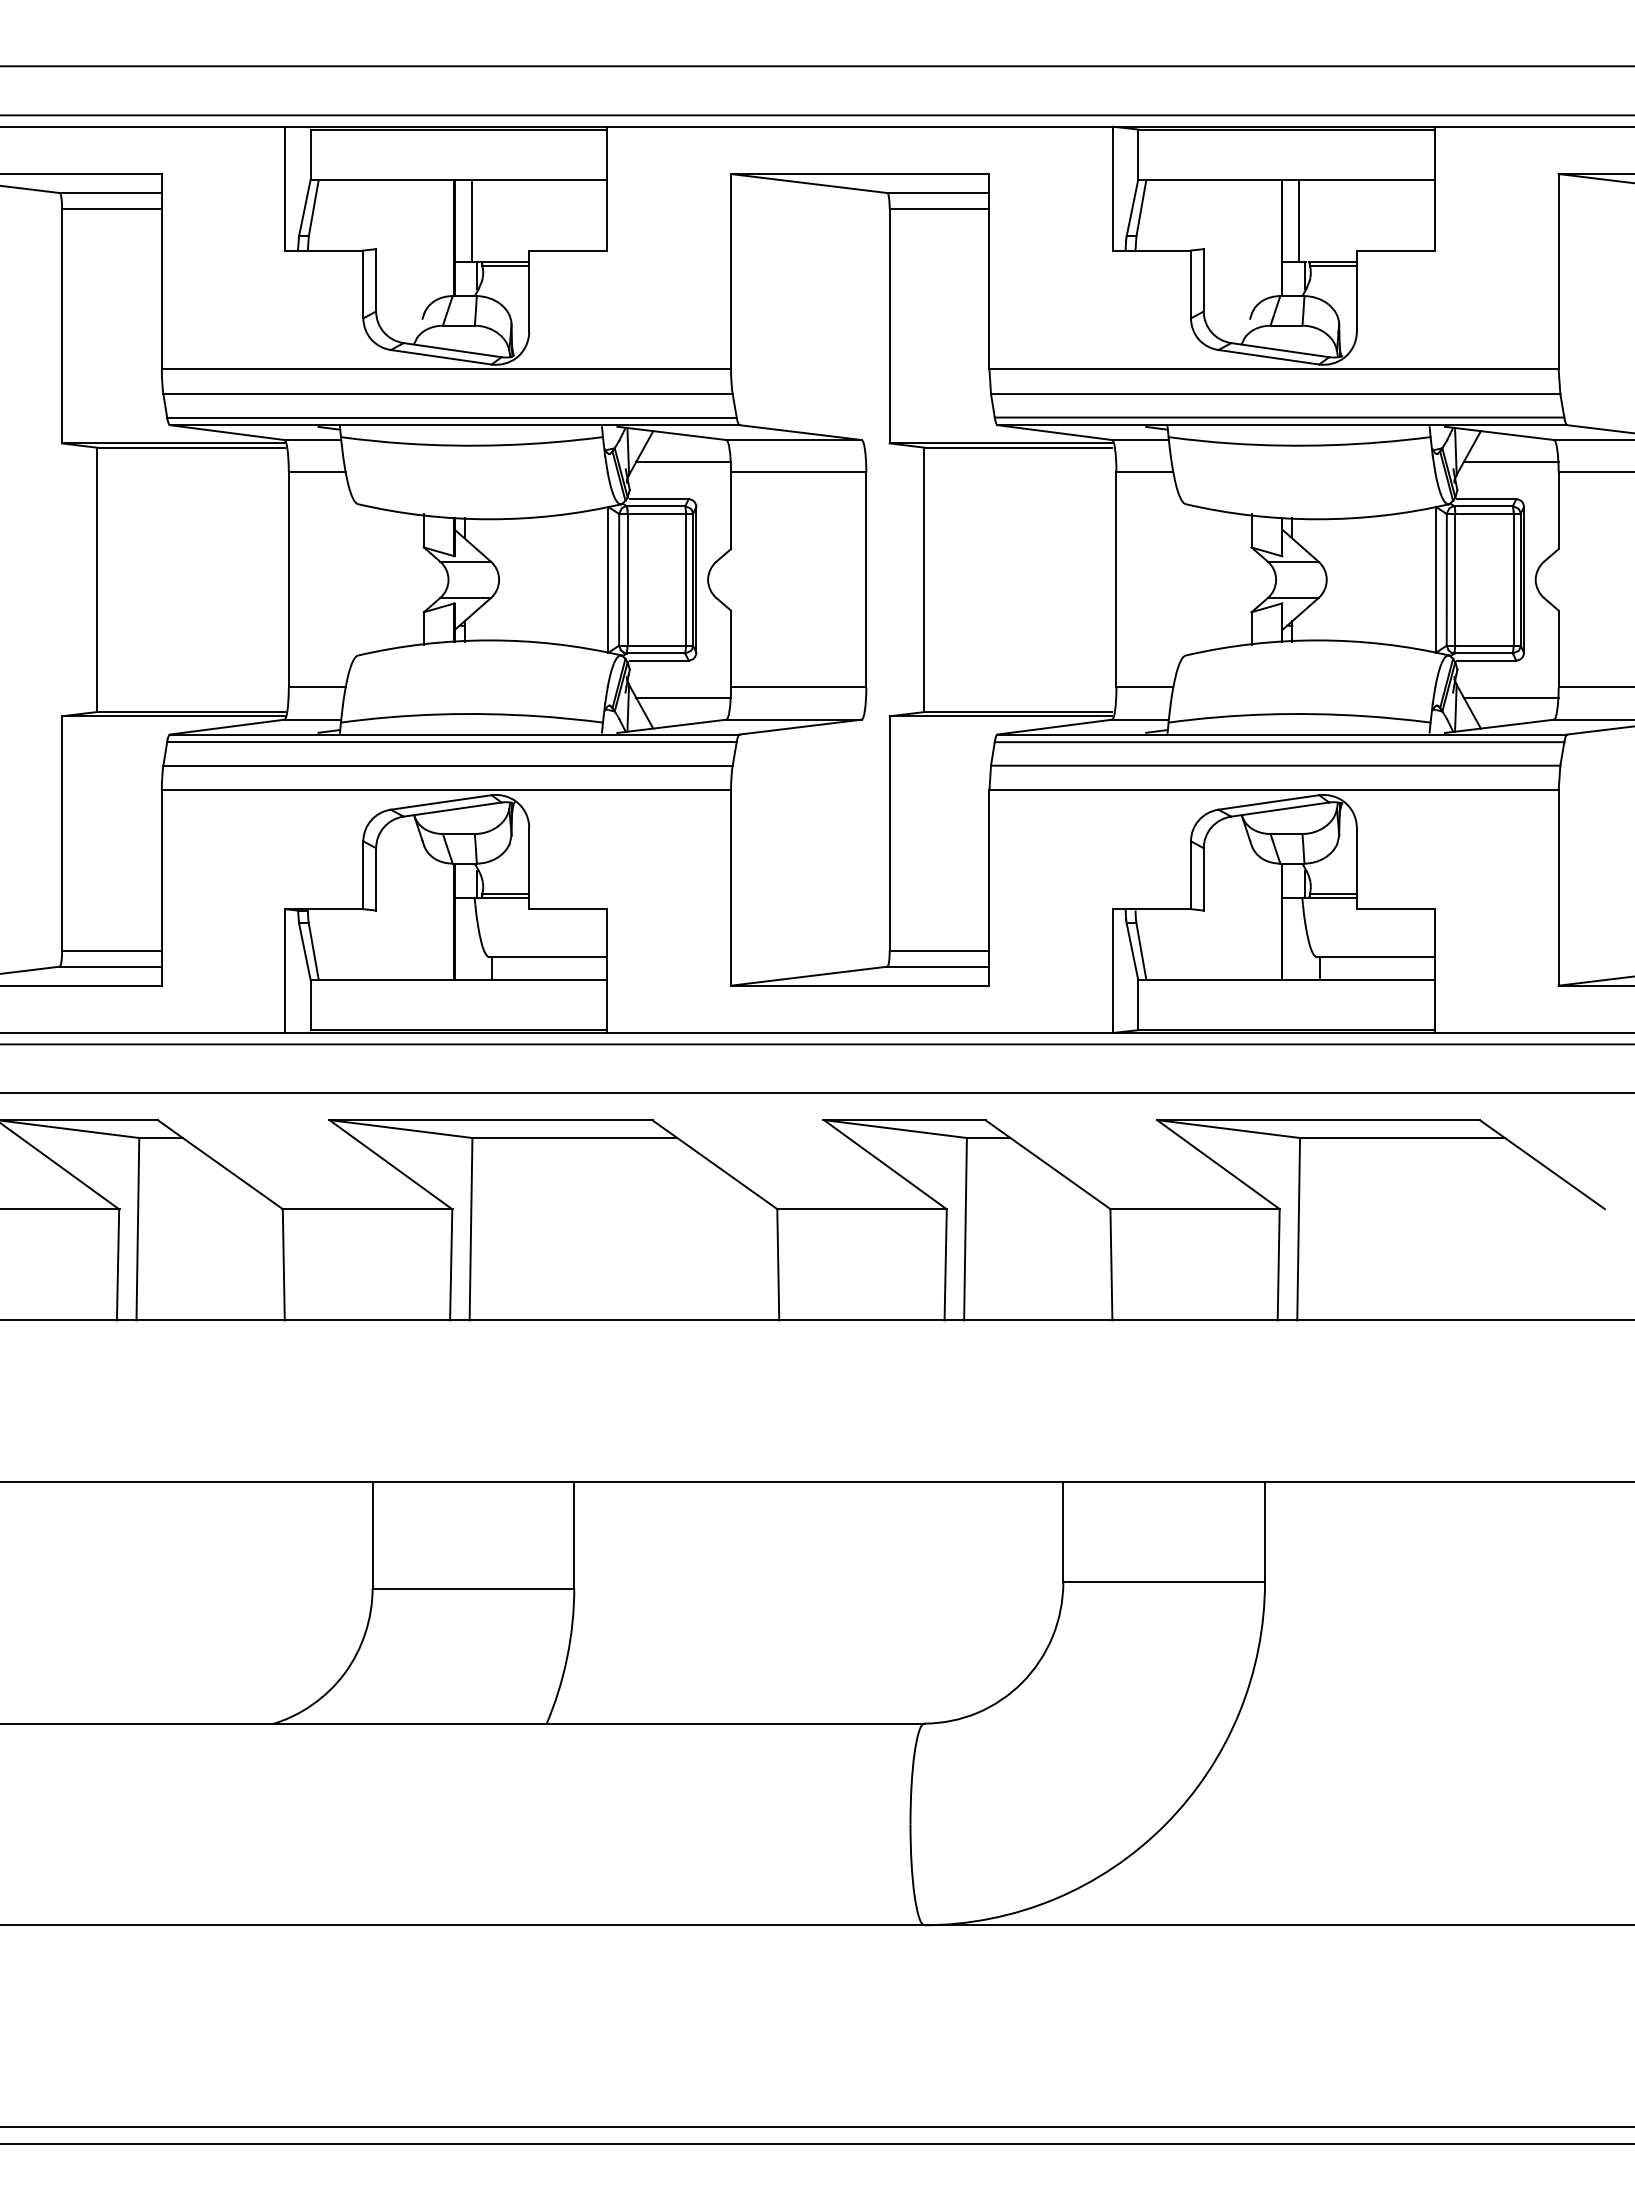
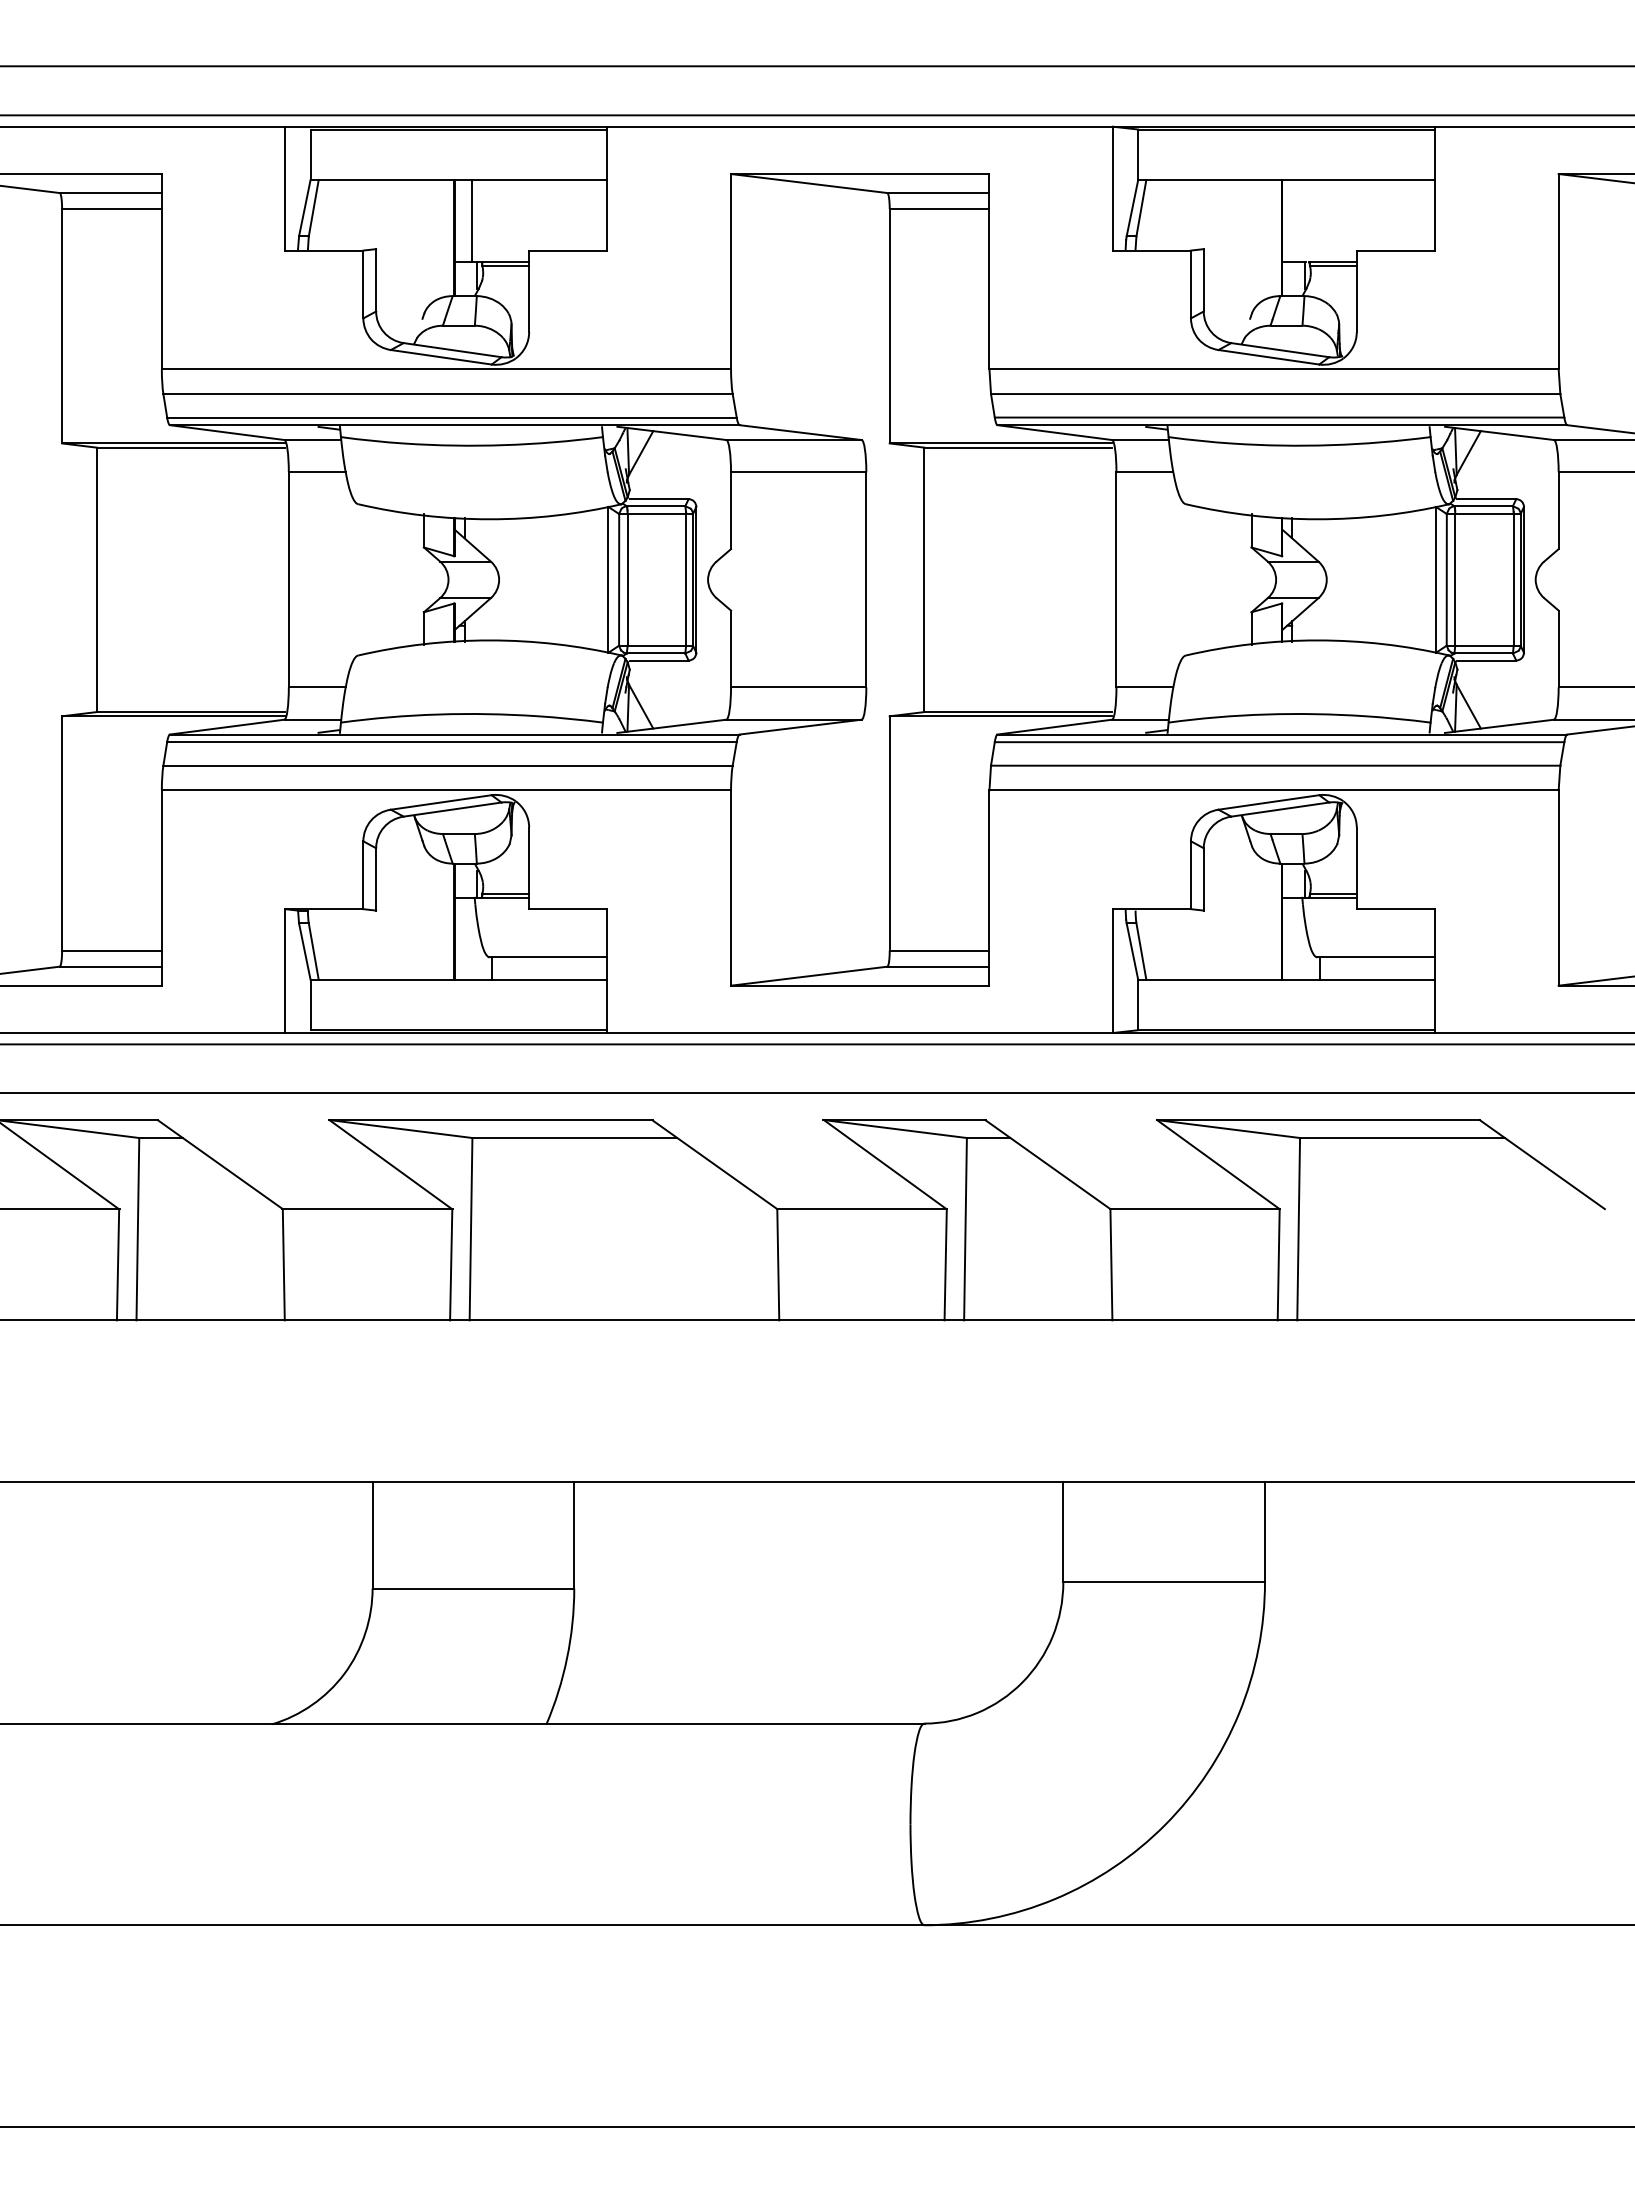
line at (1299, 220): present -> none
line at (683, 462): present -> none
line at (1510, 462): present -> none
line at (683, 697): present -> none
line at (1510, 697): present -> none
line at (816, 2143): present -> none
